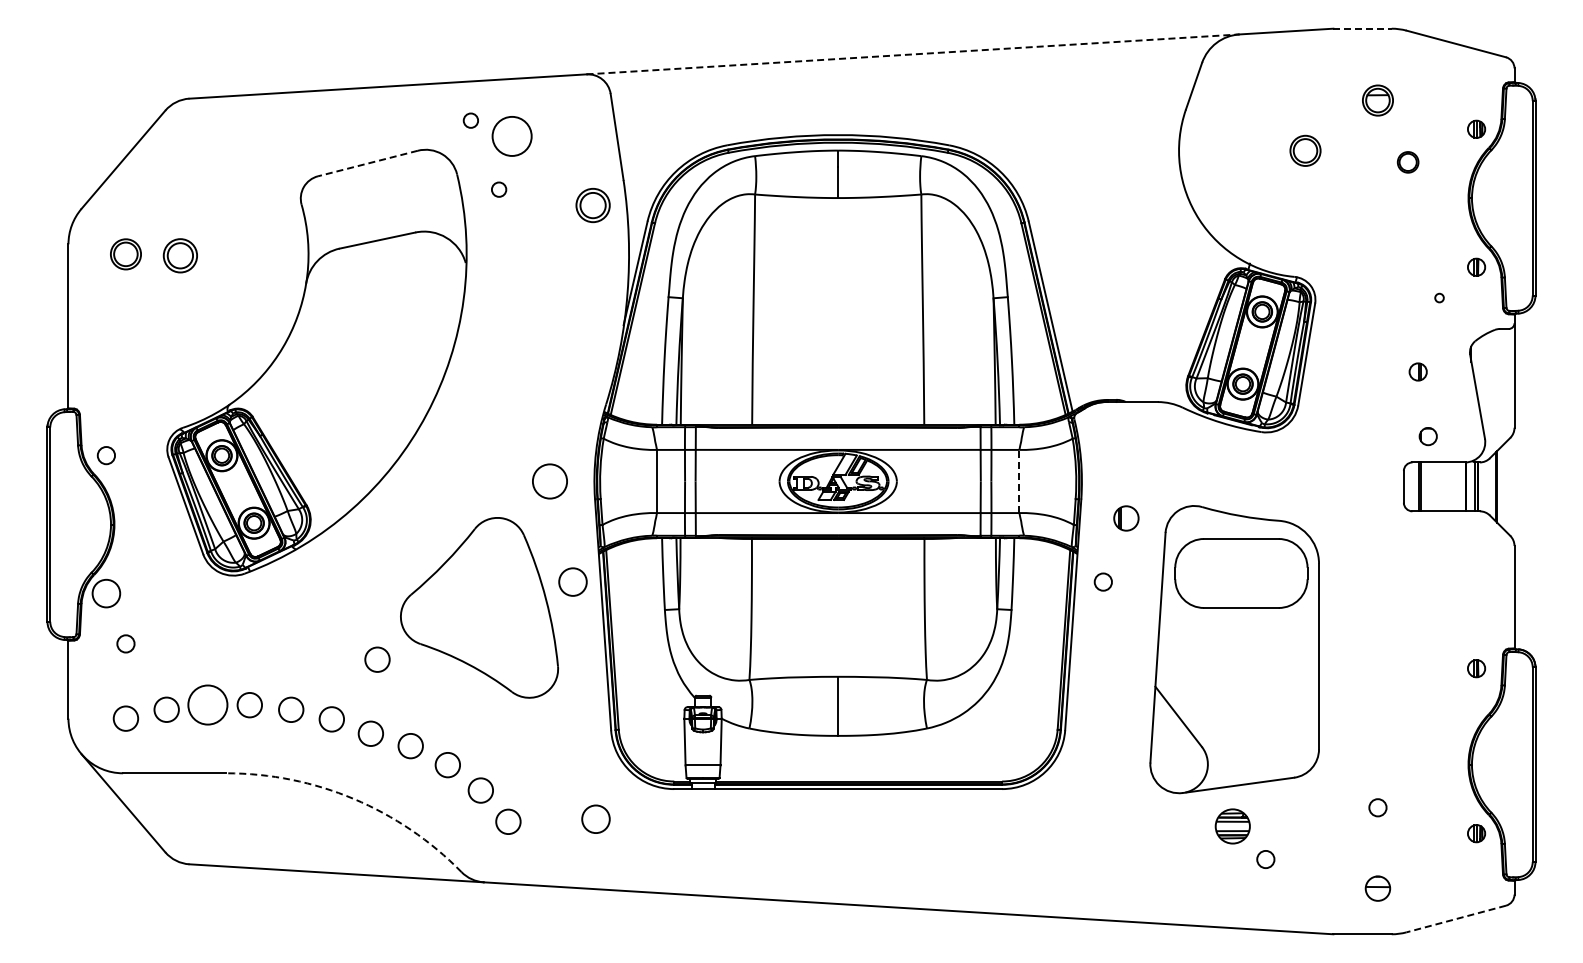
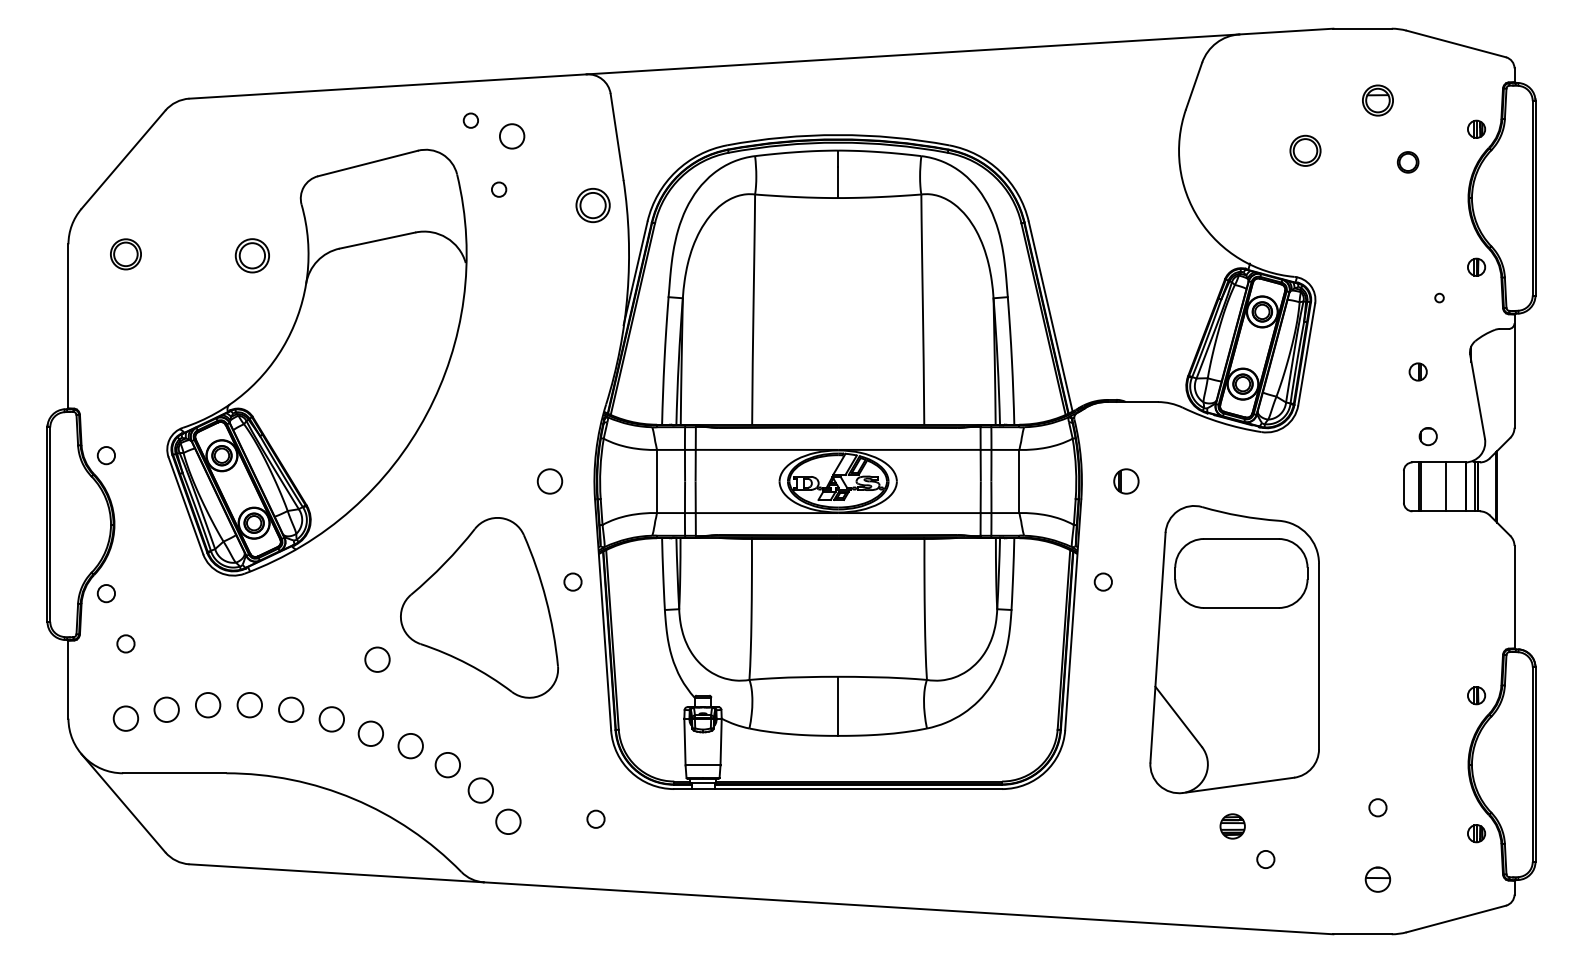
line at (1363, 28): dashed -> solid
line at (913, 54): dashed -> solid
circle at (511, 135) diameter: 39 px -> 24 px
line at (367, 163): dashed -> solid
part at (179, 255) position: (179, 255) -> (251, 255)
circle at (549, 481) size: 36x37 px -> 28x27 px
line at (1019, 481): dashed -> solid
line at (1445, 486): none -> present
part at (1126, 518) position: (1126, 518) -> (1126, 481)
circle at (572, 581) diameter: 28 px -> 17 px
circle at (106, 593) diameter: 28 px -> 17 px
part at (1476, 668) position: (1476, 668) -> (1476, 695)
circle at (207, 704) size: 42x42 px -> 27x27 px
arc at (353, 798): dashed -> solid
circle at (595, 819) diameter: 28 px -> 17 px
part at (1232, 826) size: 37x37 px -> 27x27 px
part at (1377, 888) position: (1377, 888) -> (1377, 879)
line at (1455, 919): dashed -> solid
